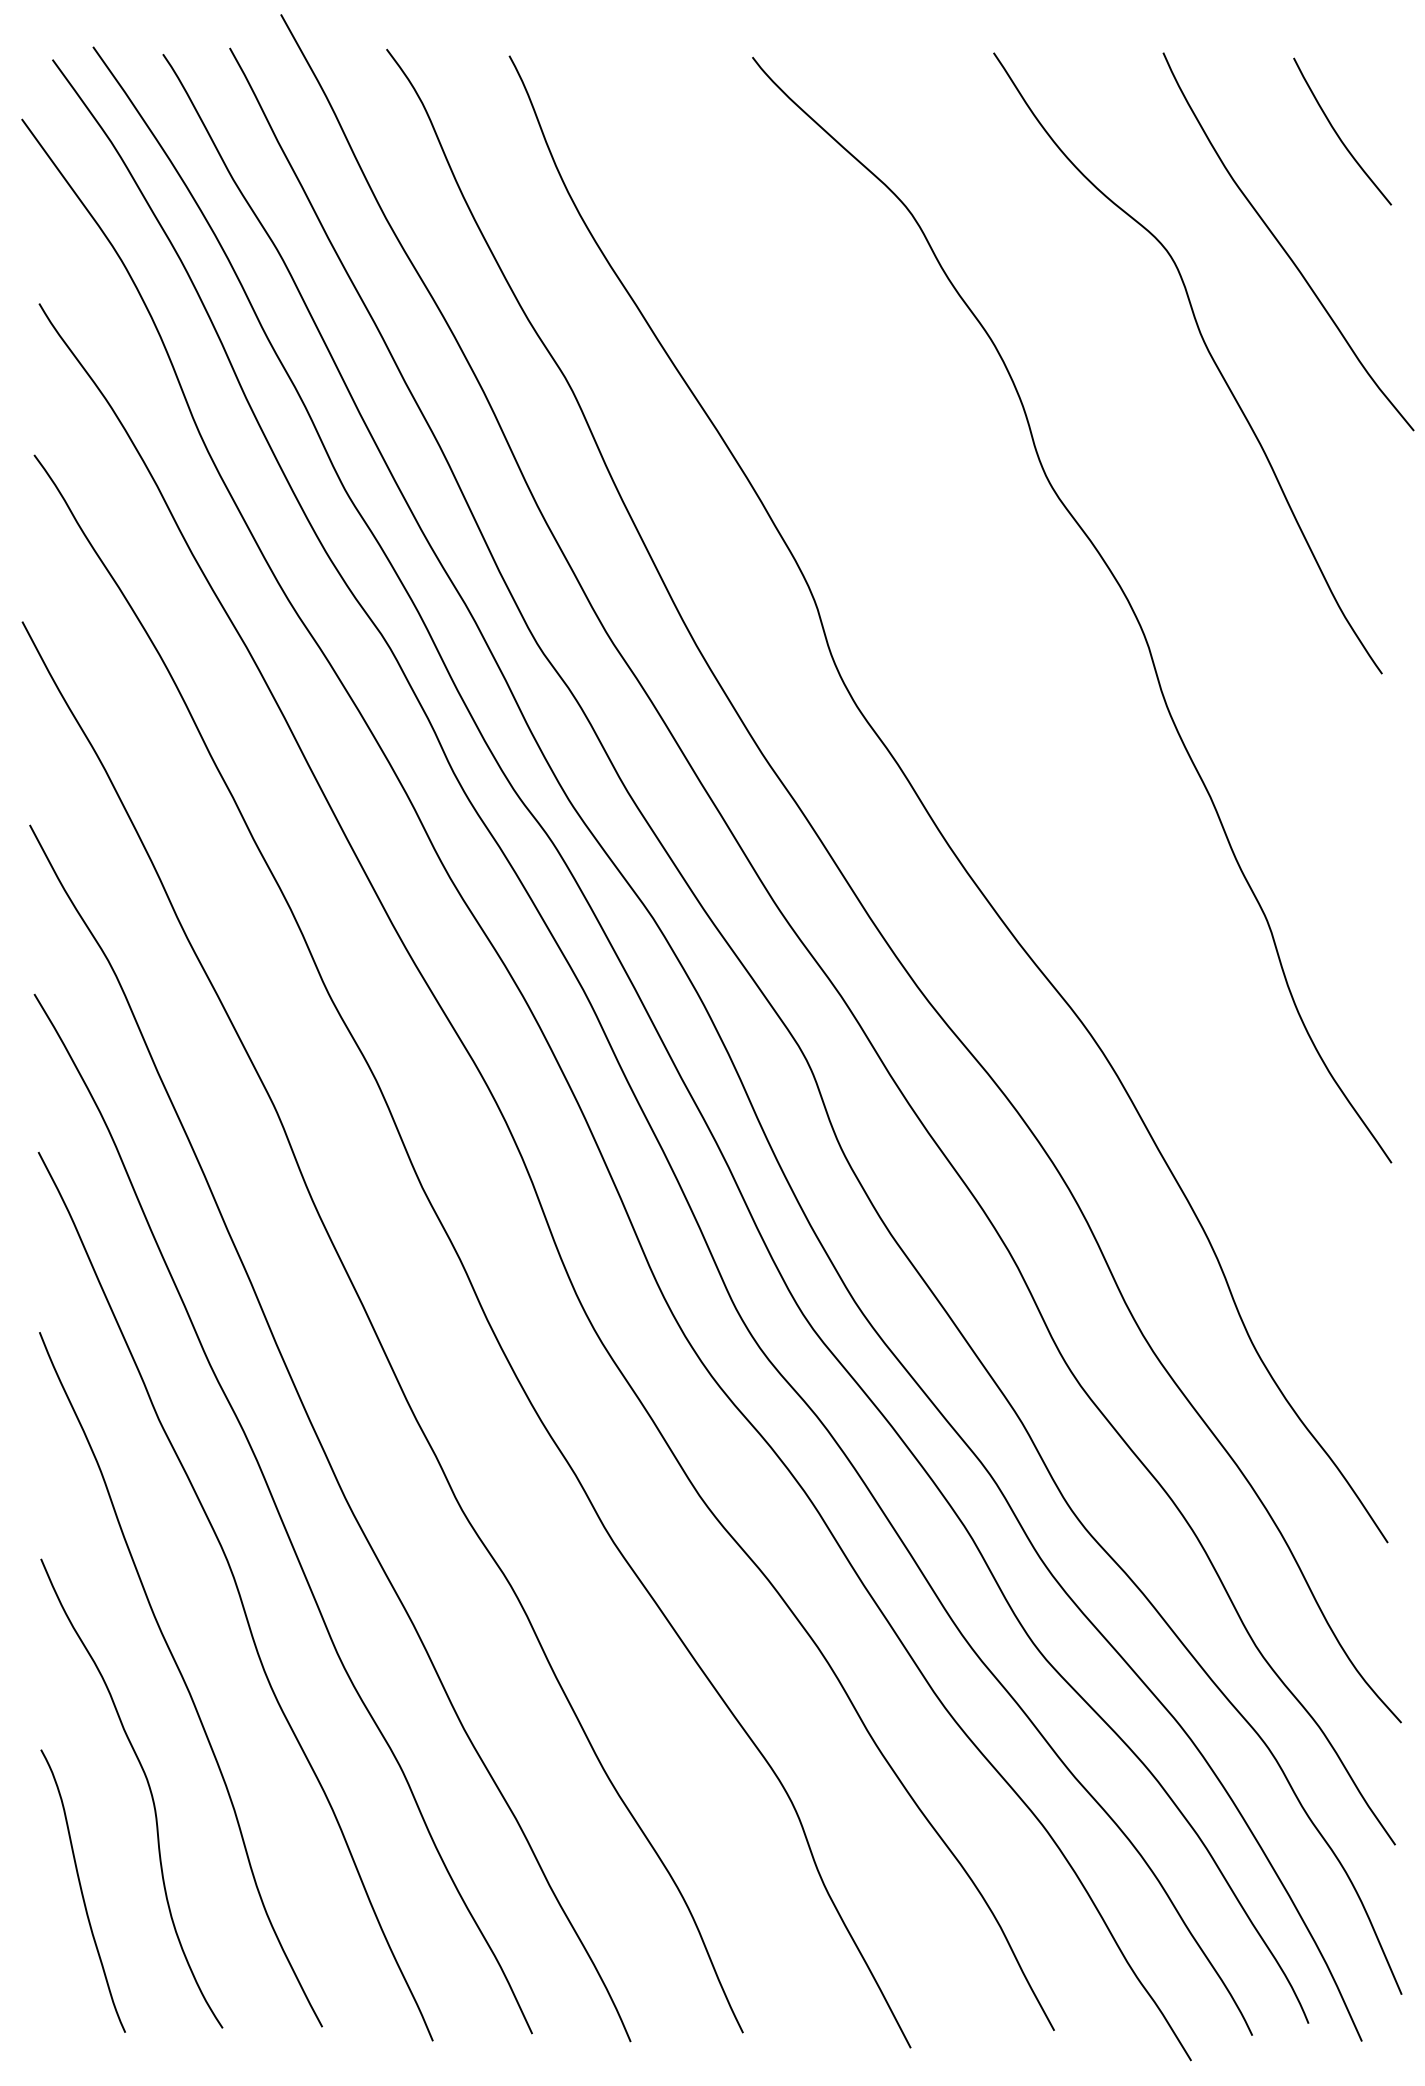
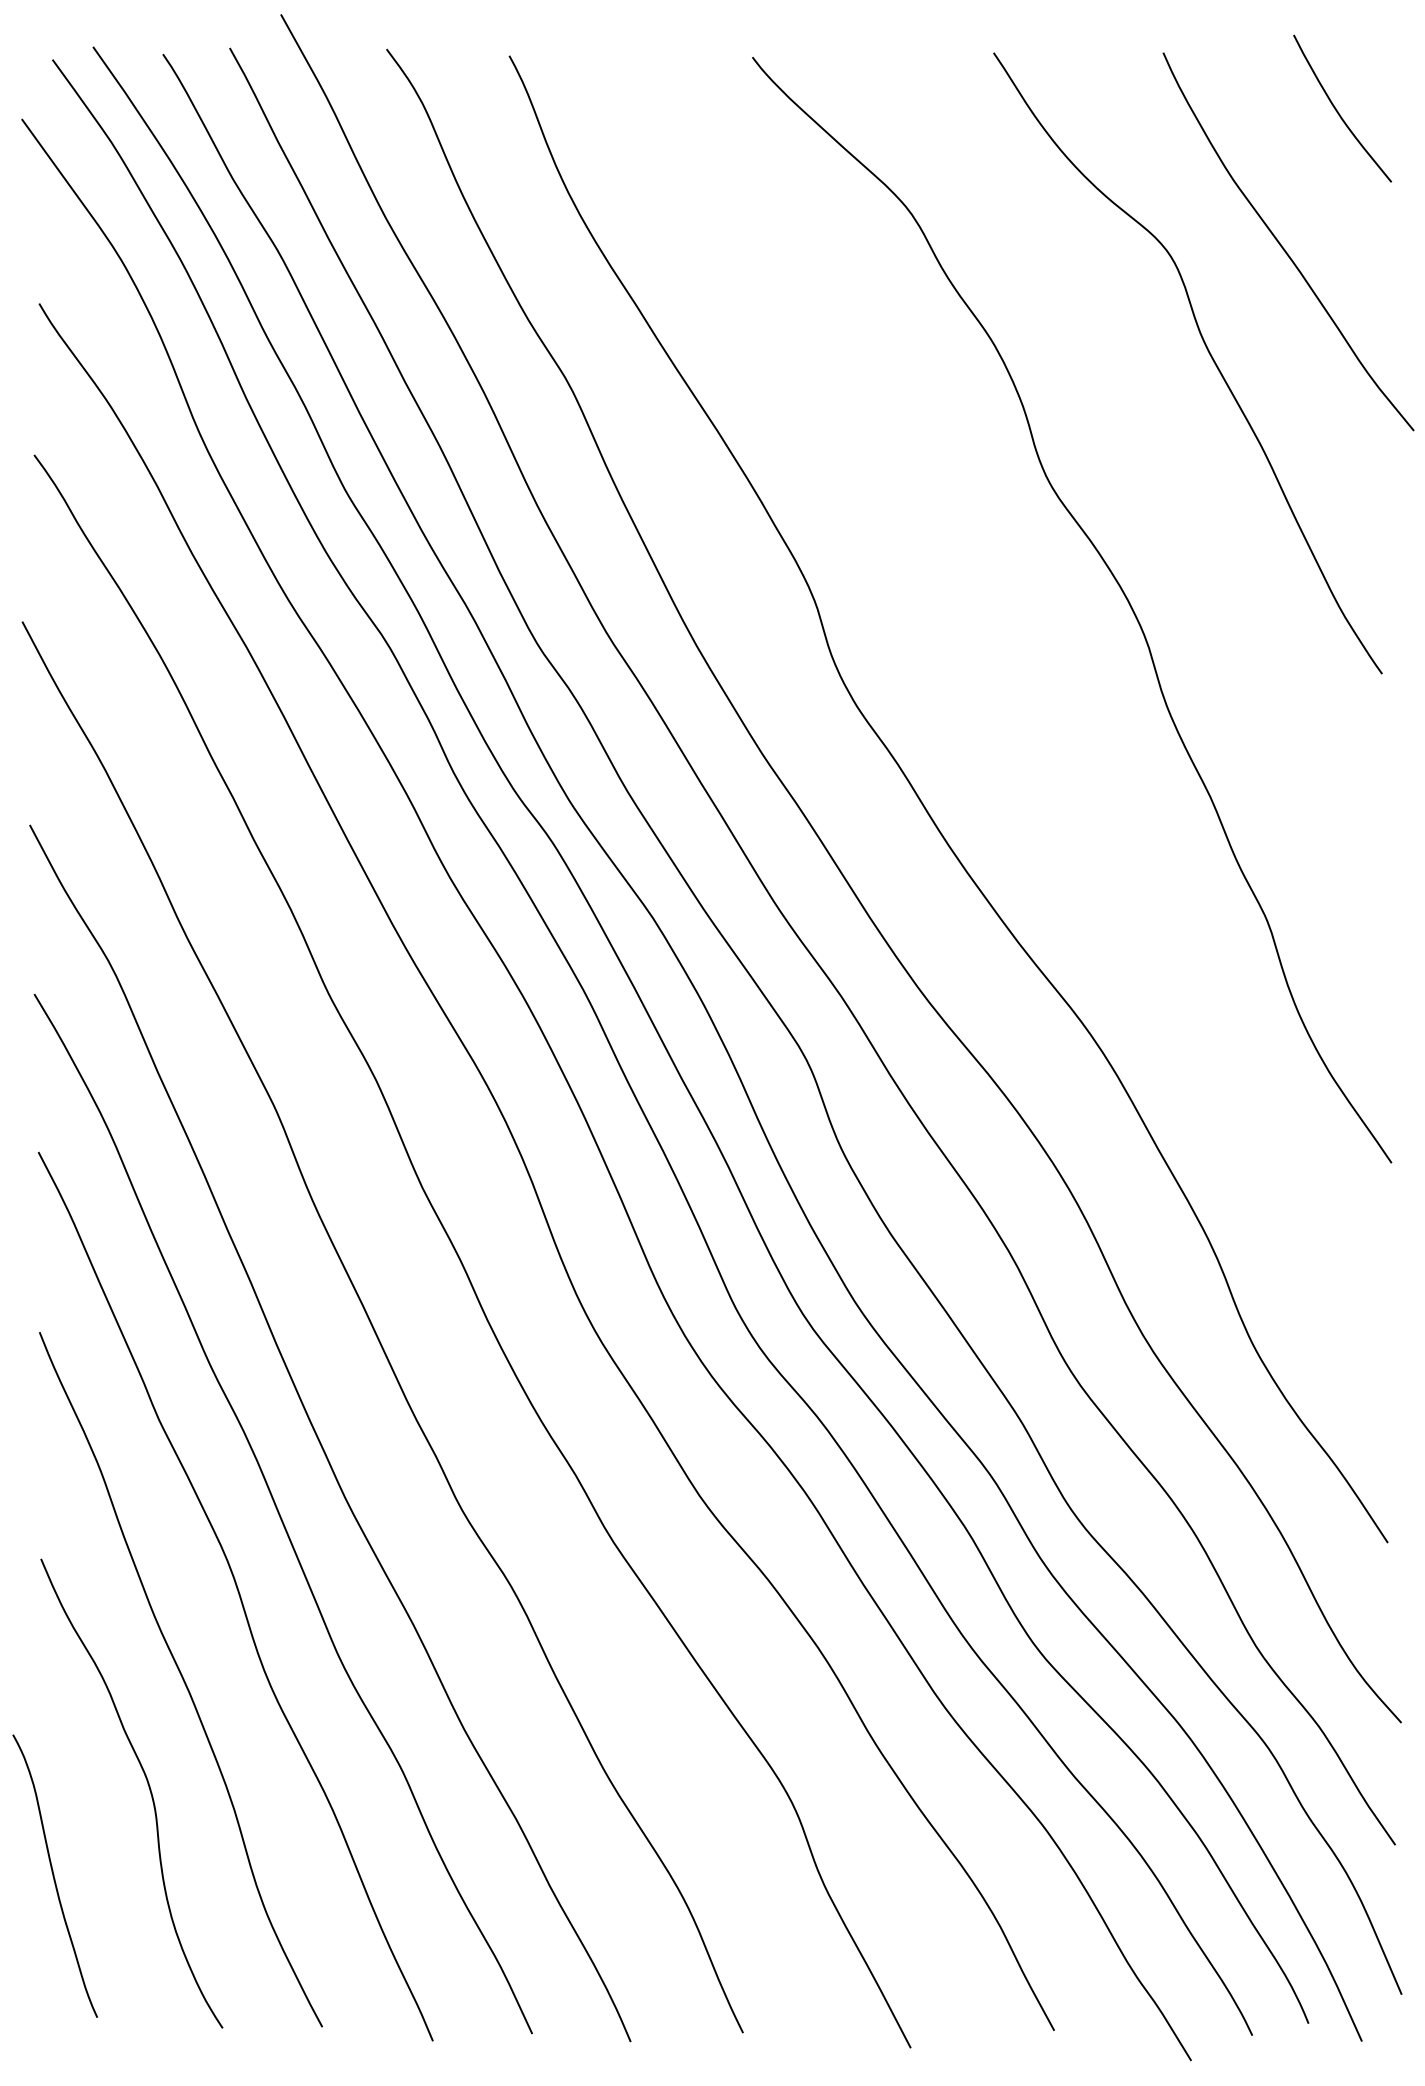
curve at (1338, 134) position: (1338, 134) -> (1338, 111)
curve at (82, 1890) position: (82, 1890) -> (54, 1875)
